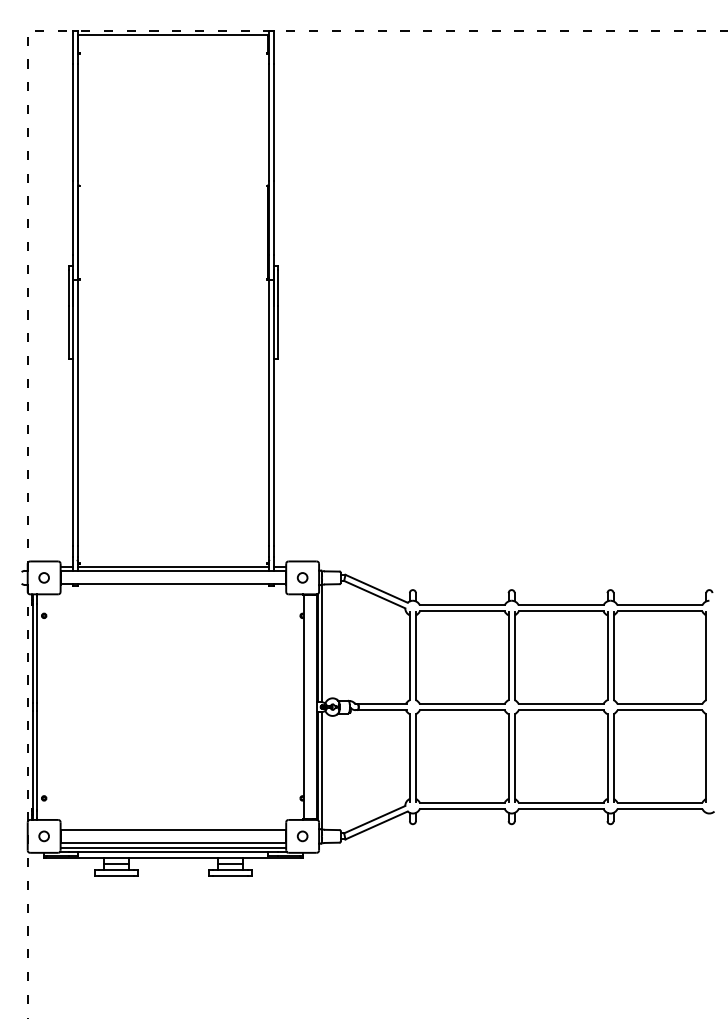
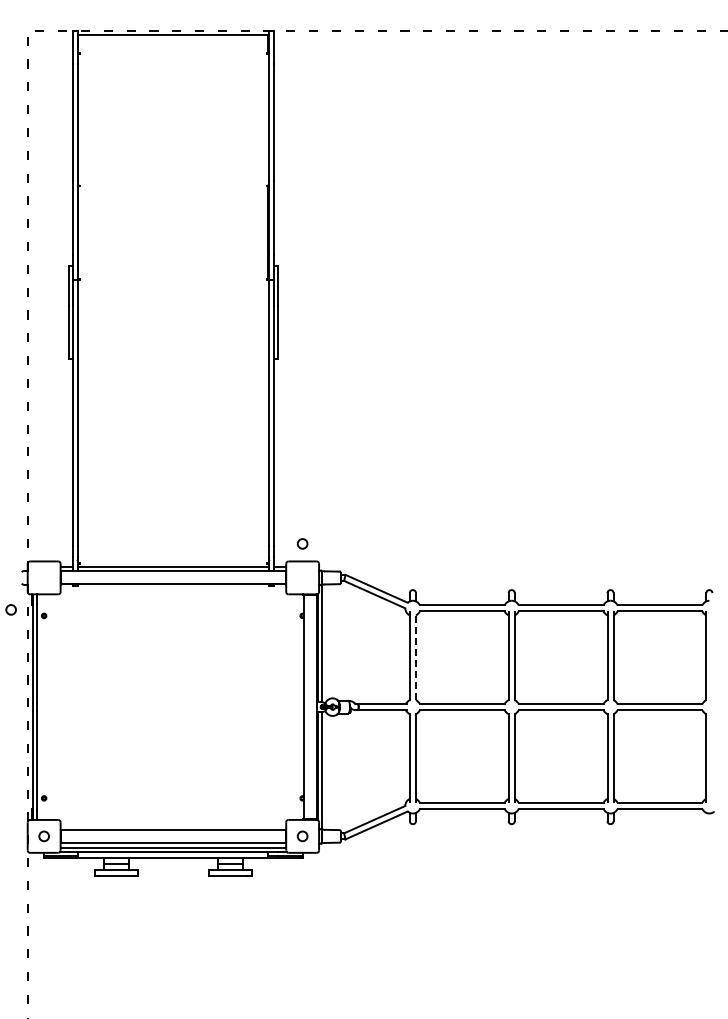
circle at (43, 577) position: (43, 577) -> (10, 609)
circle at (302, 577) position: (302, 577) -> (302, 543)
line at (415, 655): solid -> dashed
